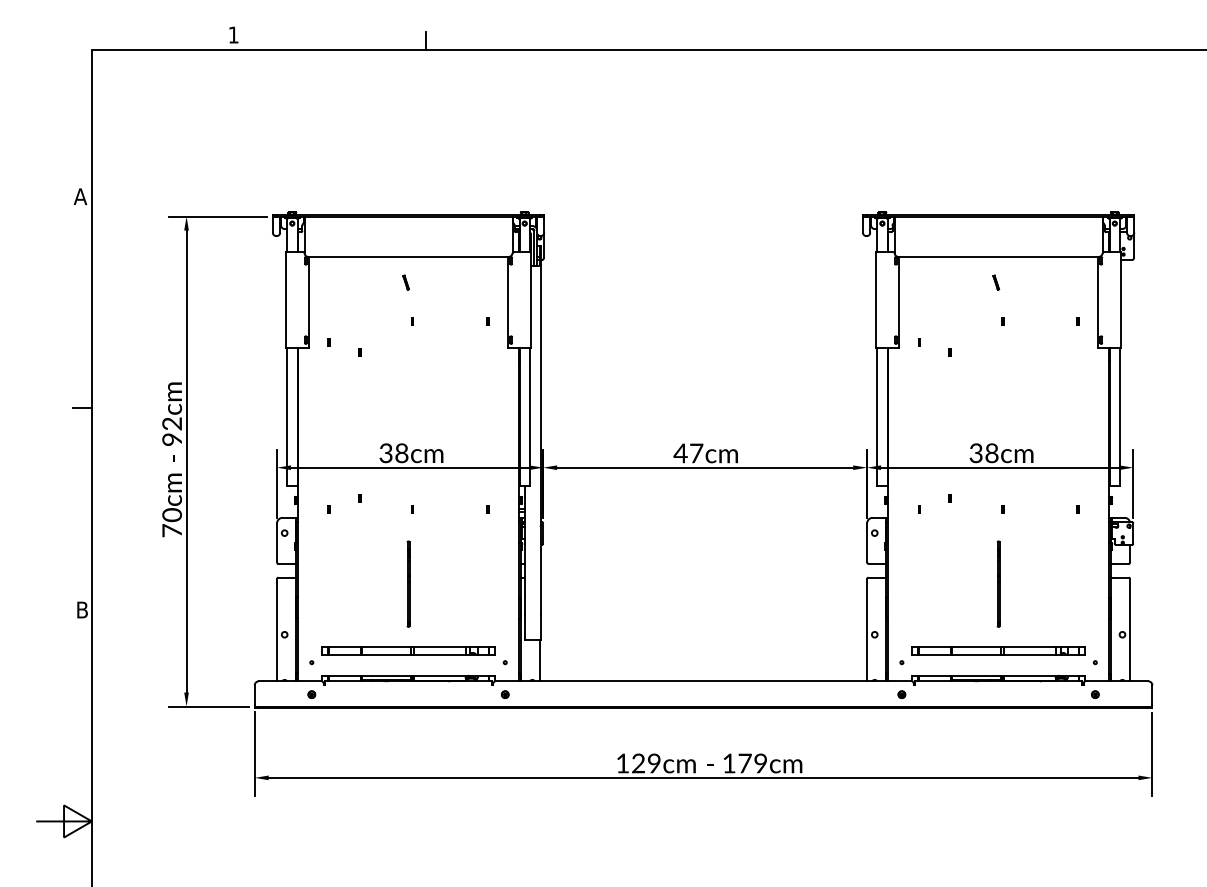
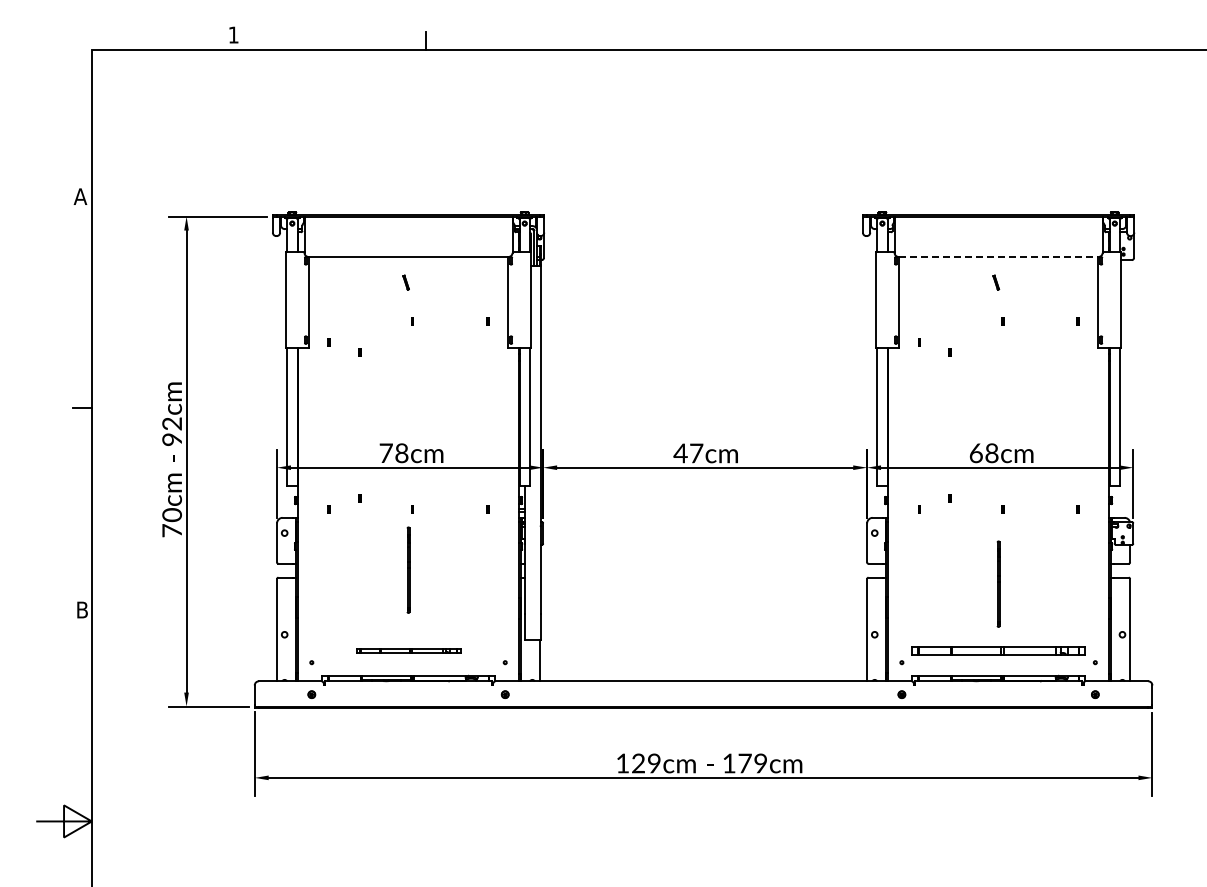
line at (998, 257): solid -> dashed
text at (975, 452): 38cm -> 68cm
text at (385, 453): 38cm -> 78cm
line at (408, 583) position: (408, 583) -> (408, 569)
part at (408, 650) size: 175x10 px -> 106x6 px
